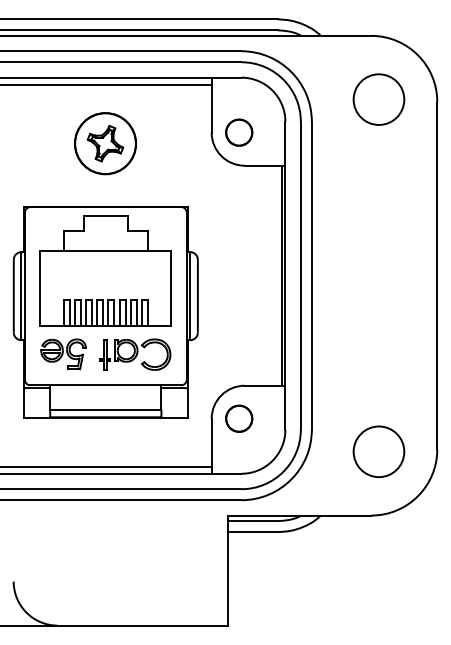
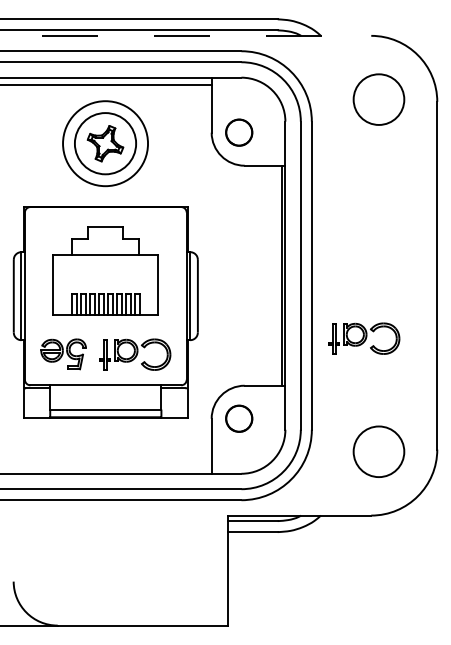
line at (186, 35): solid -> dashed
circle at (105, 143) diameter: 61 px -> 85 px
part at (105, 270) size: 133x112 px -> 107x90 px
part at (364, 338): none -> present
line at (106, 466): present -> none
